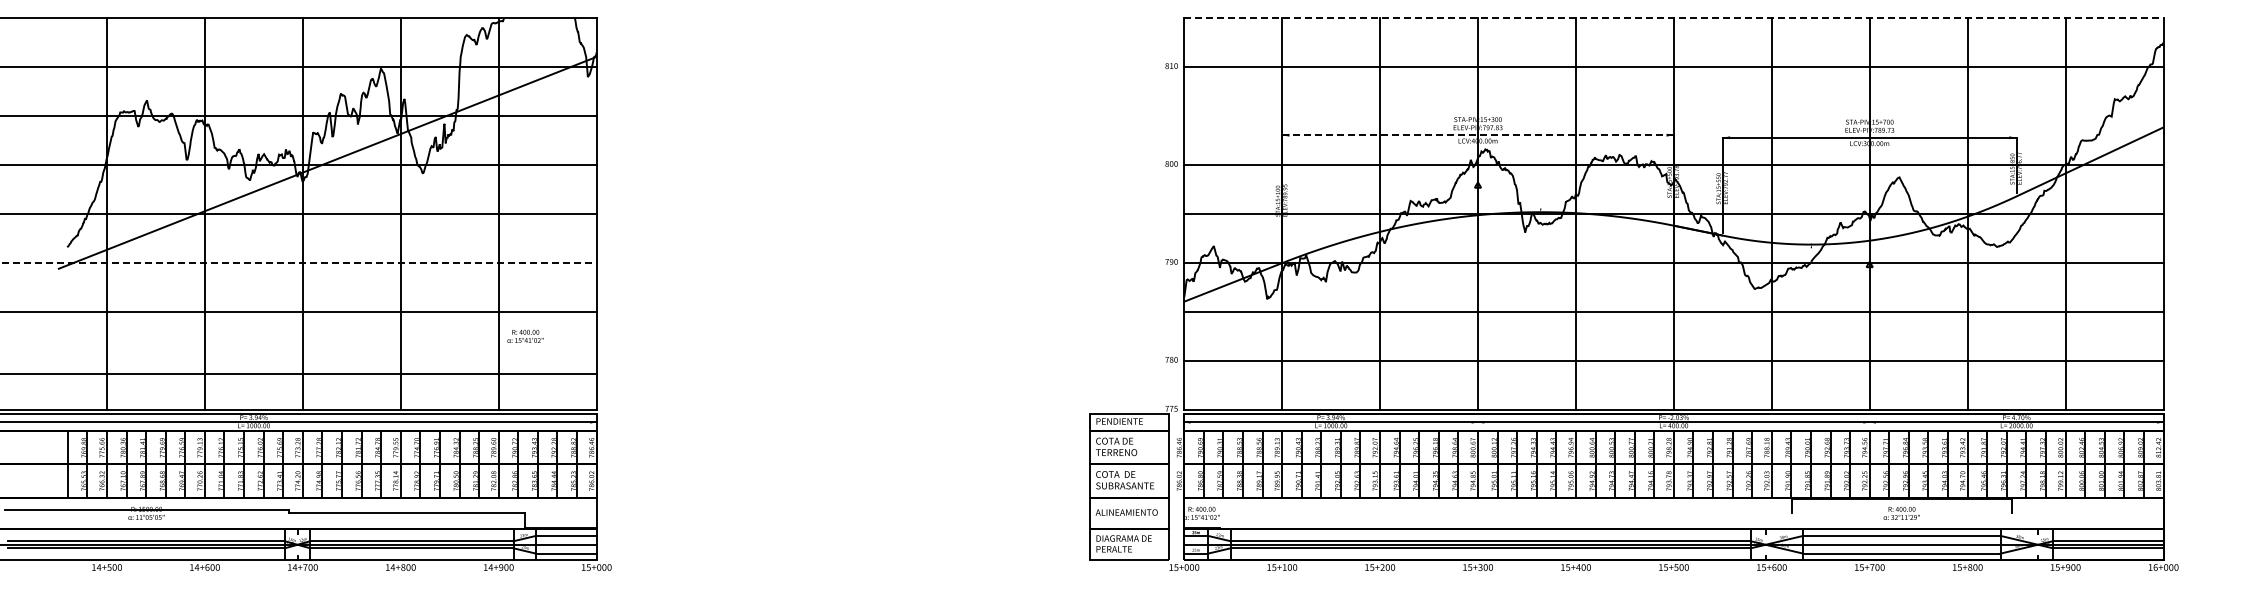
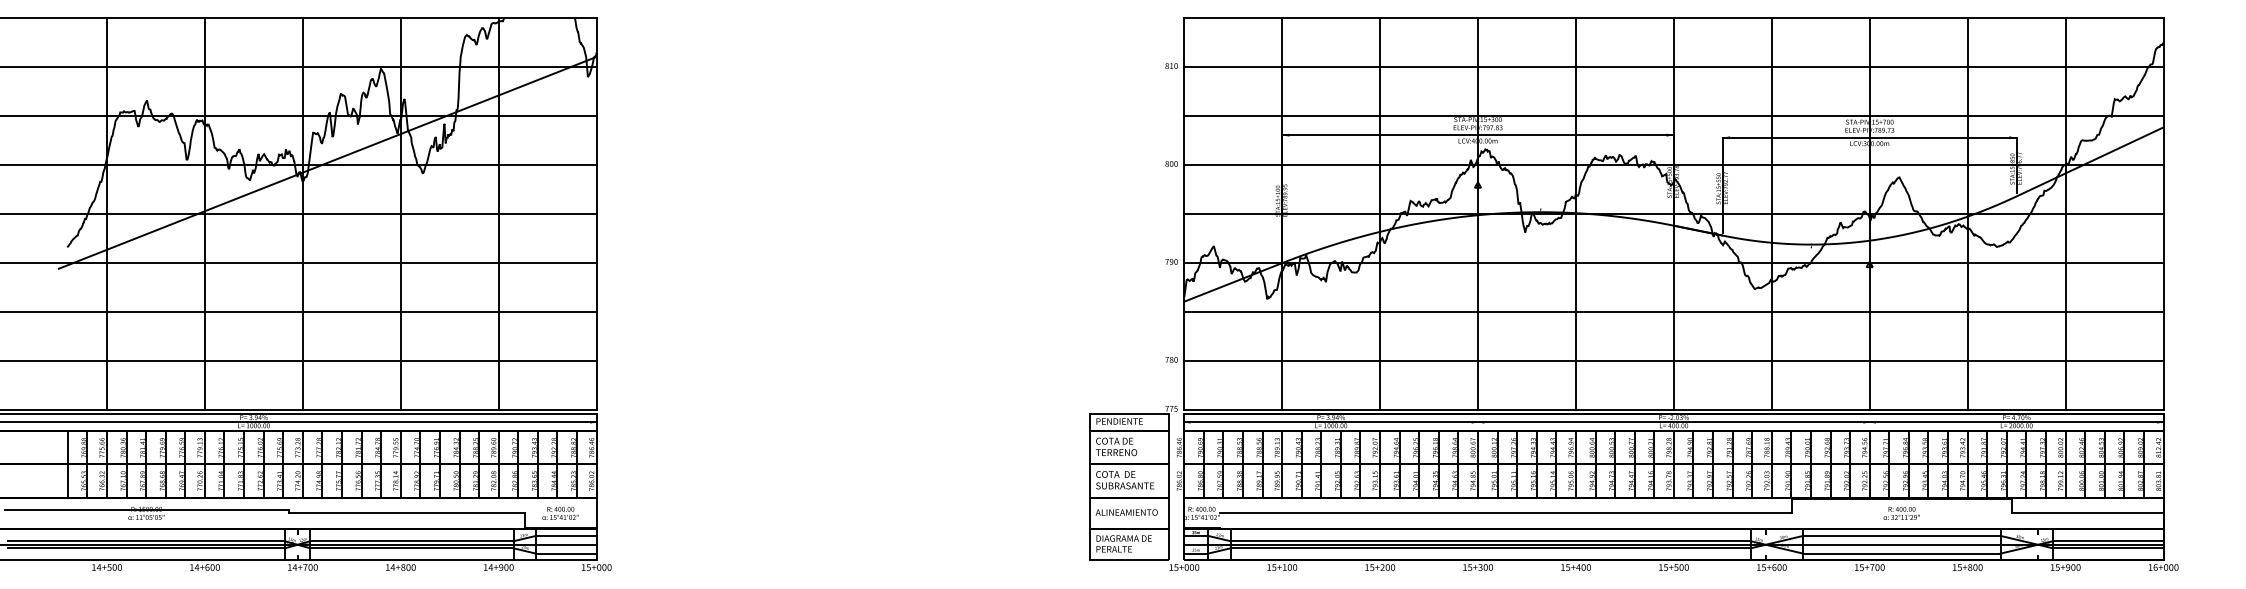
line at (1673, 17): dashed -> solid
line at (1673, 115): none -> present
line at (1477, 135): dashed -> solid
line at (298, 262): dashed -> solid
text at (525, 335) position: (525, 335) -> (560, 512)
line at (299, 373) position: (299, 373) -> (299, 360)
line at (1505, 513): none -> present
line at (2087, 513): none -> present
